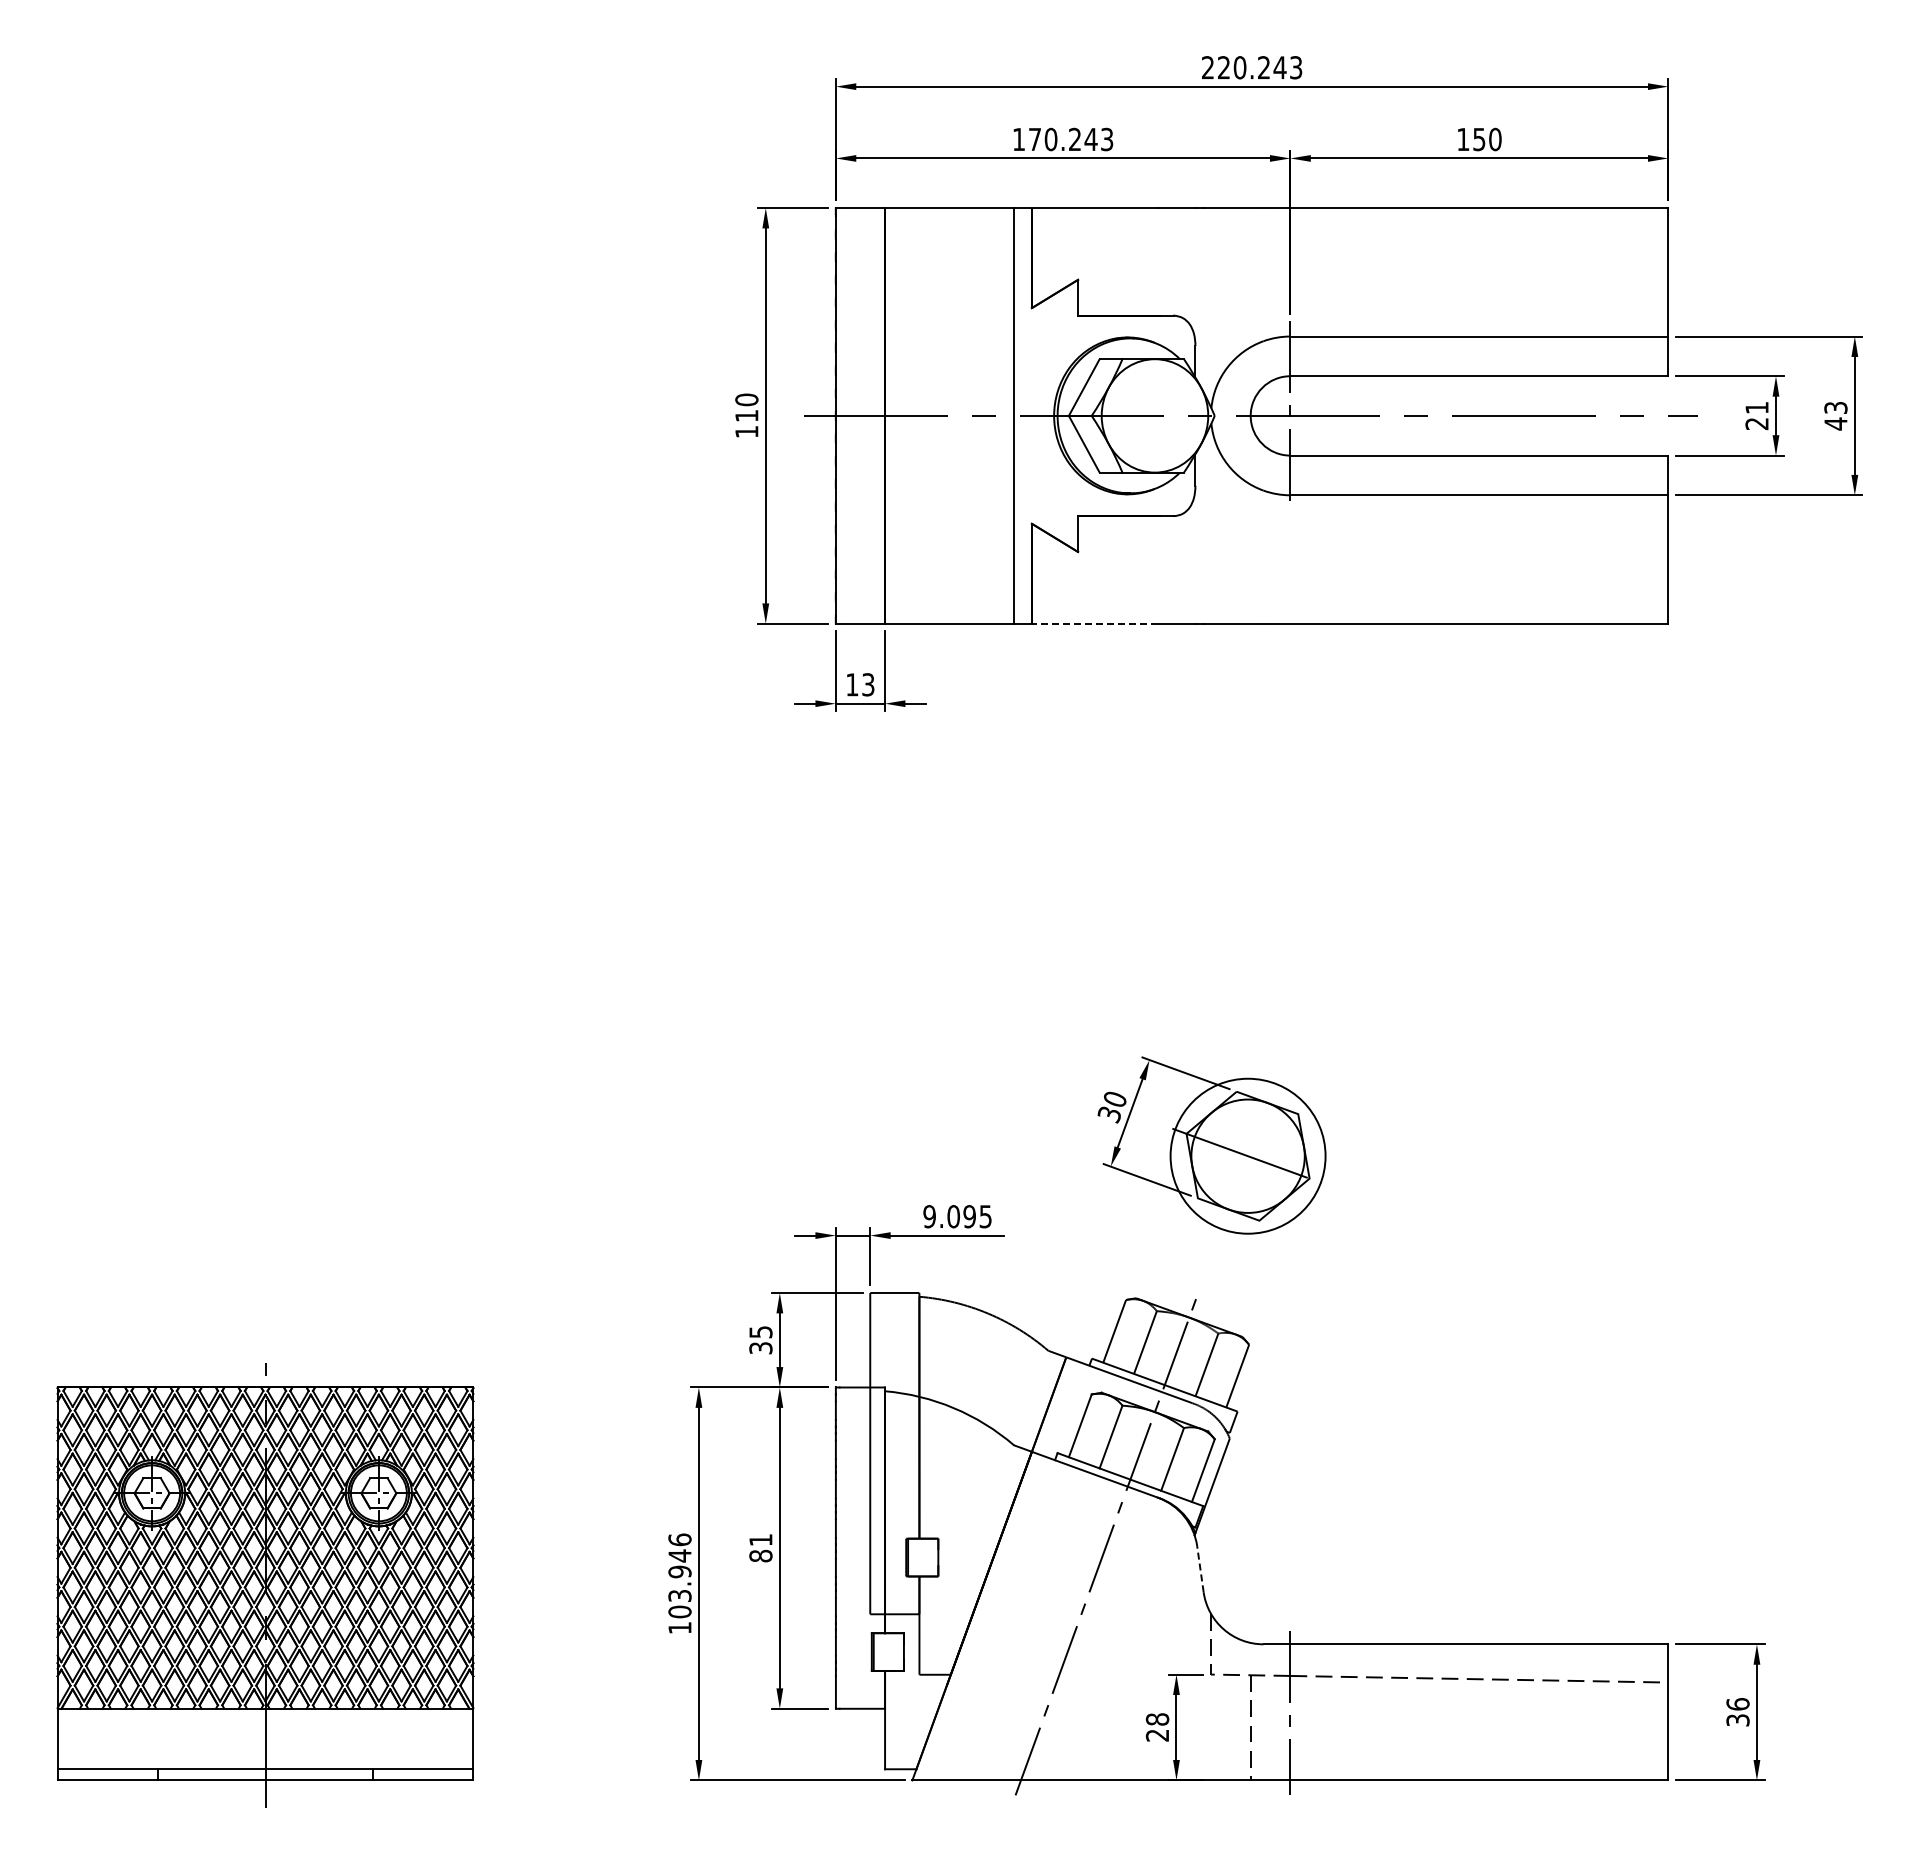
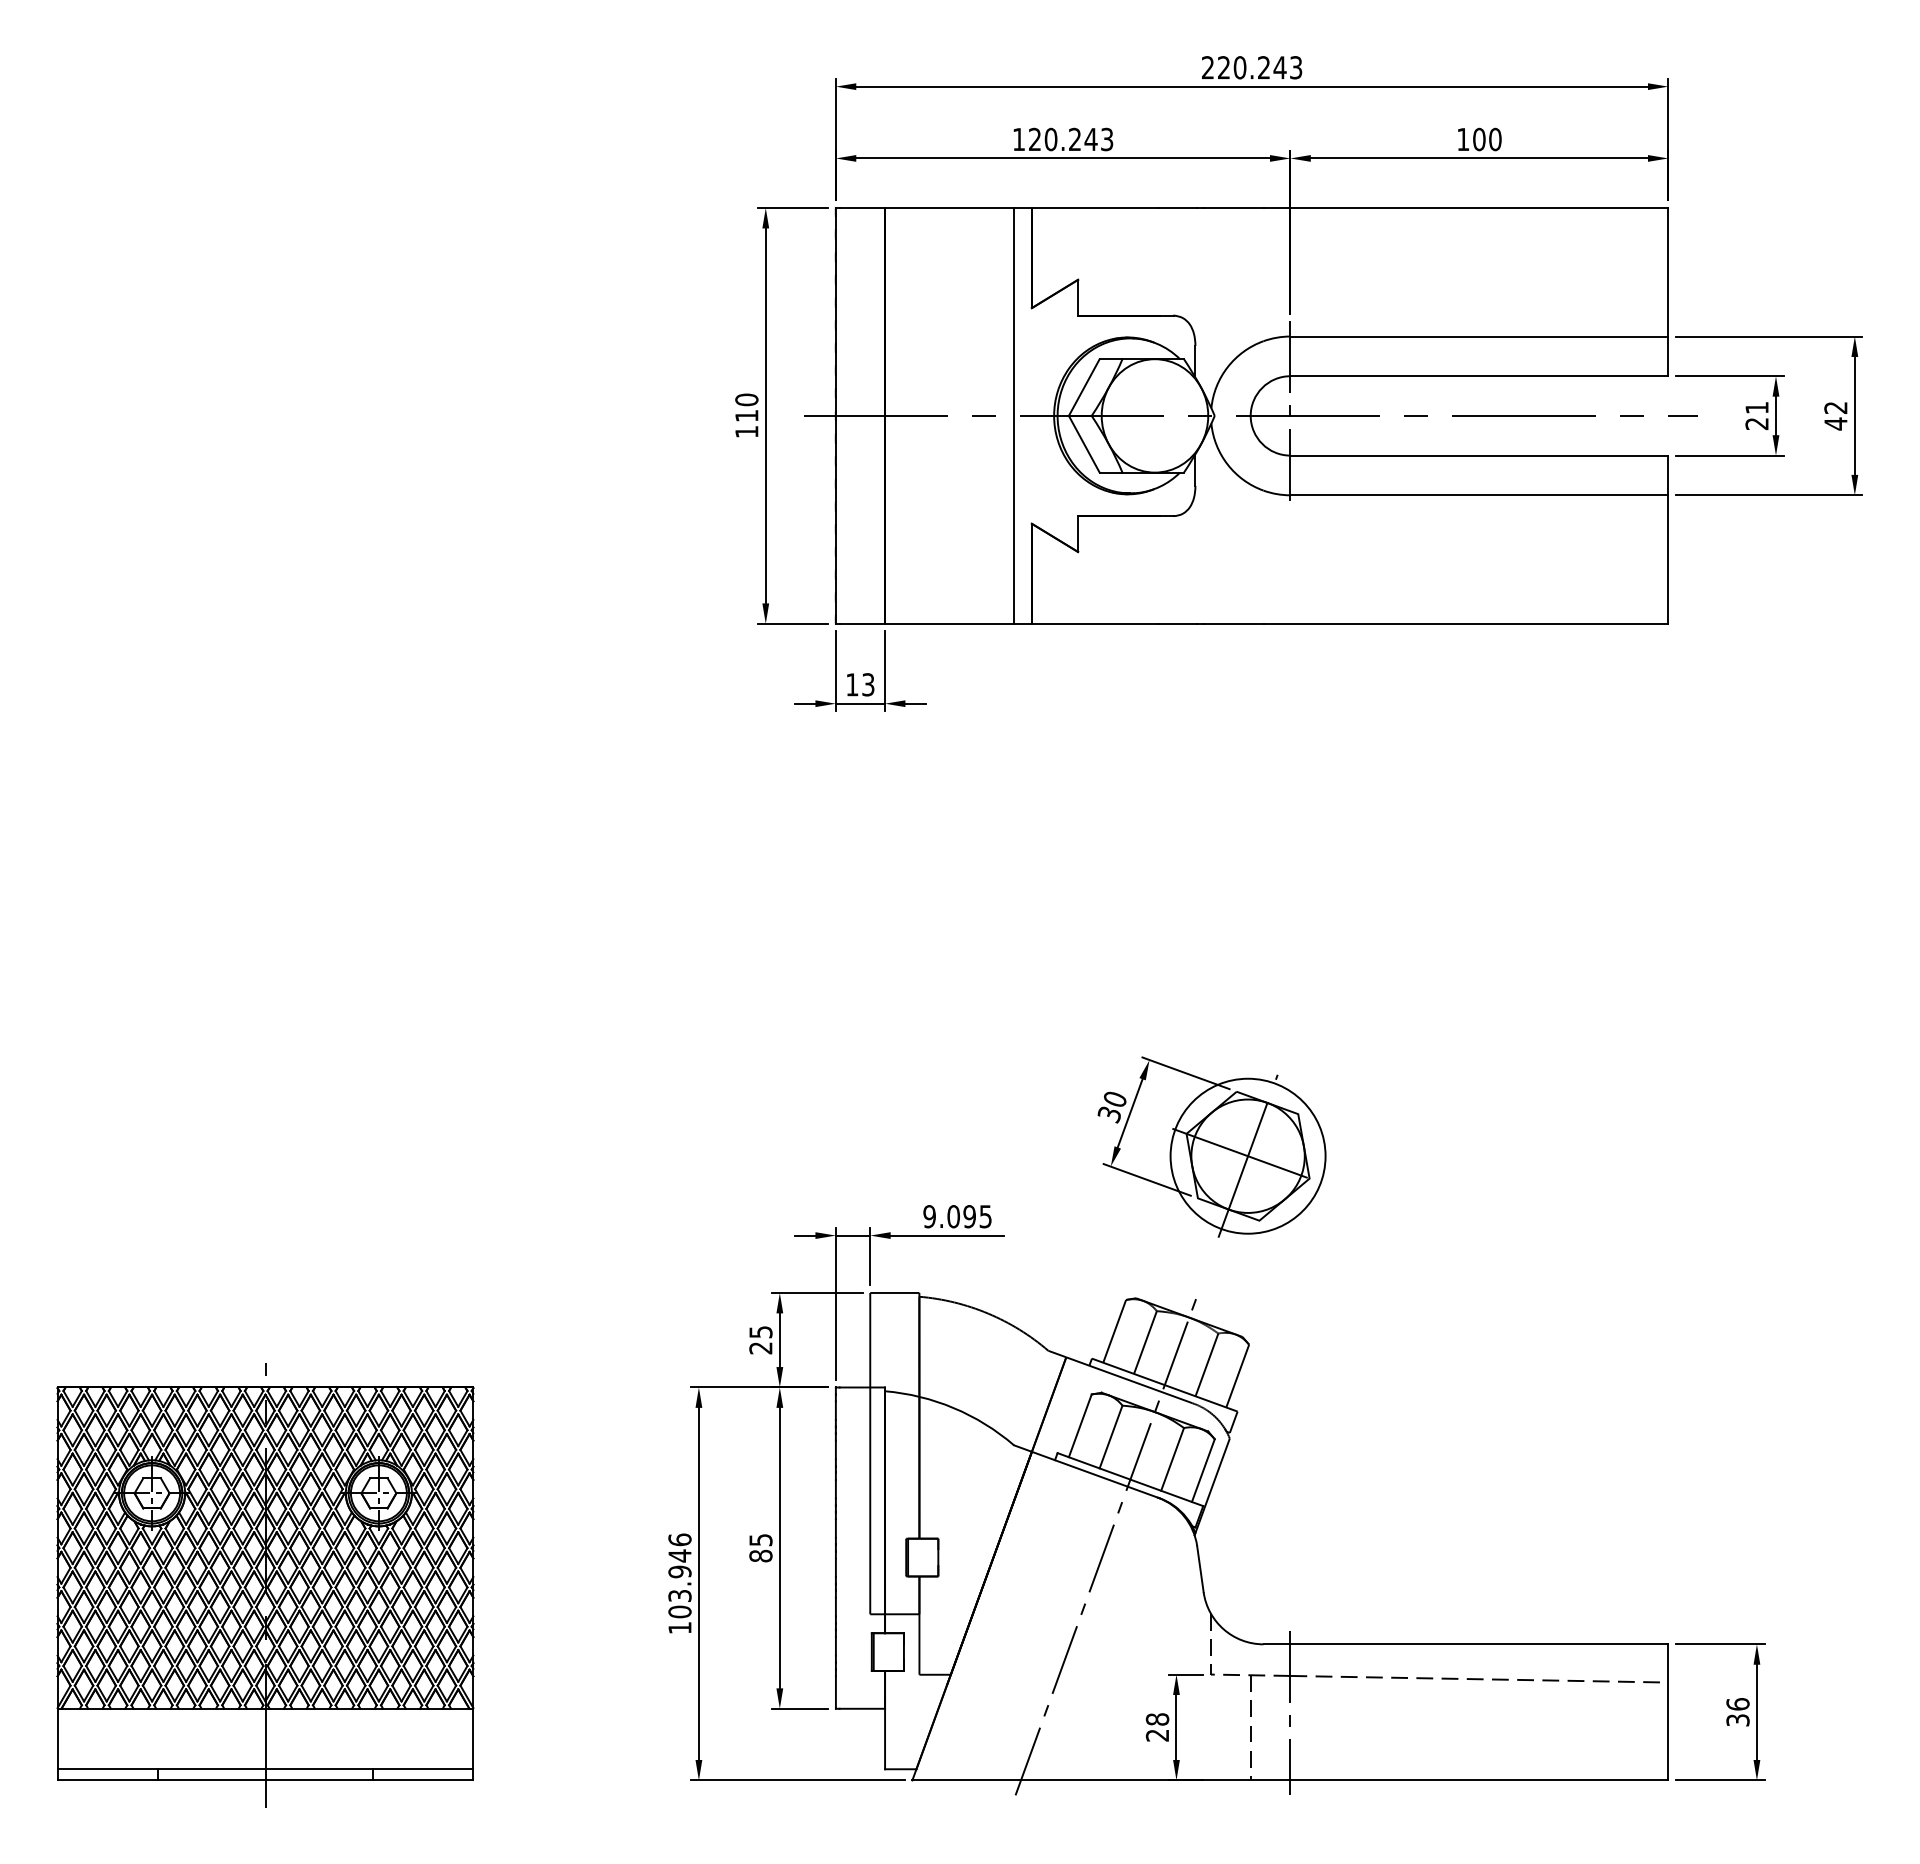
text at (1034, 138): 170.243 -> 120.243
text at (1479, 139): 150 -> 100
text at (1835, 407): 43 -> 42
line at (1094, 623): dashed -> solid
line at (1247, 1155): none -> present
text at (760, 1348): 35 -> 25
text at (760, 1540): 81 -> 85
line at (1200, 1568): dashed -> solid
